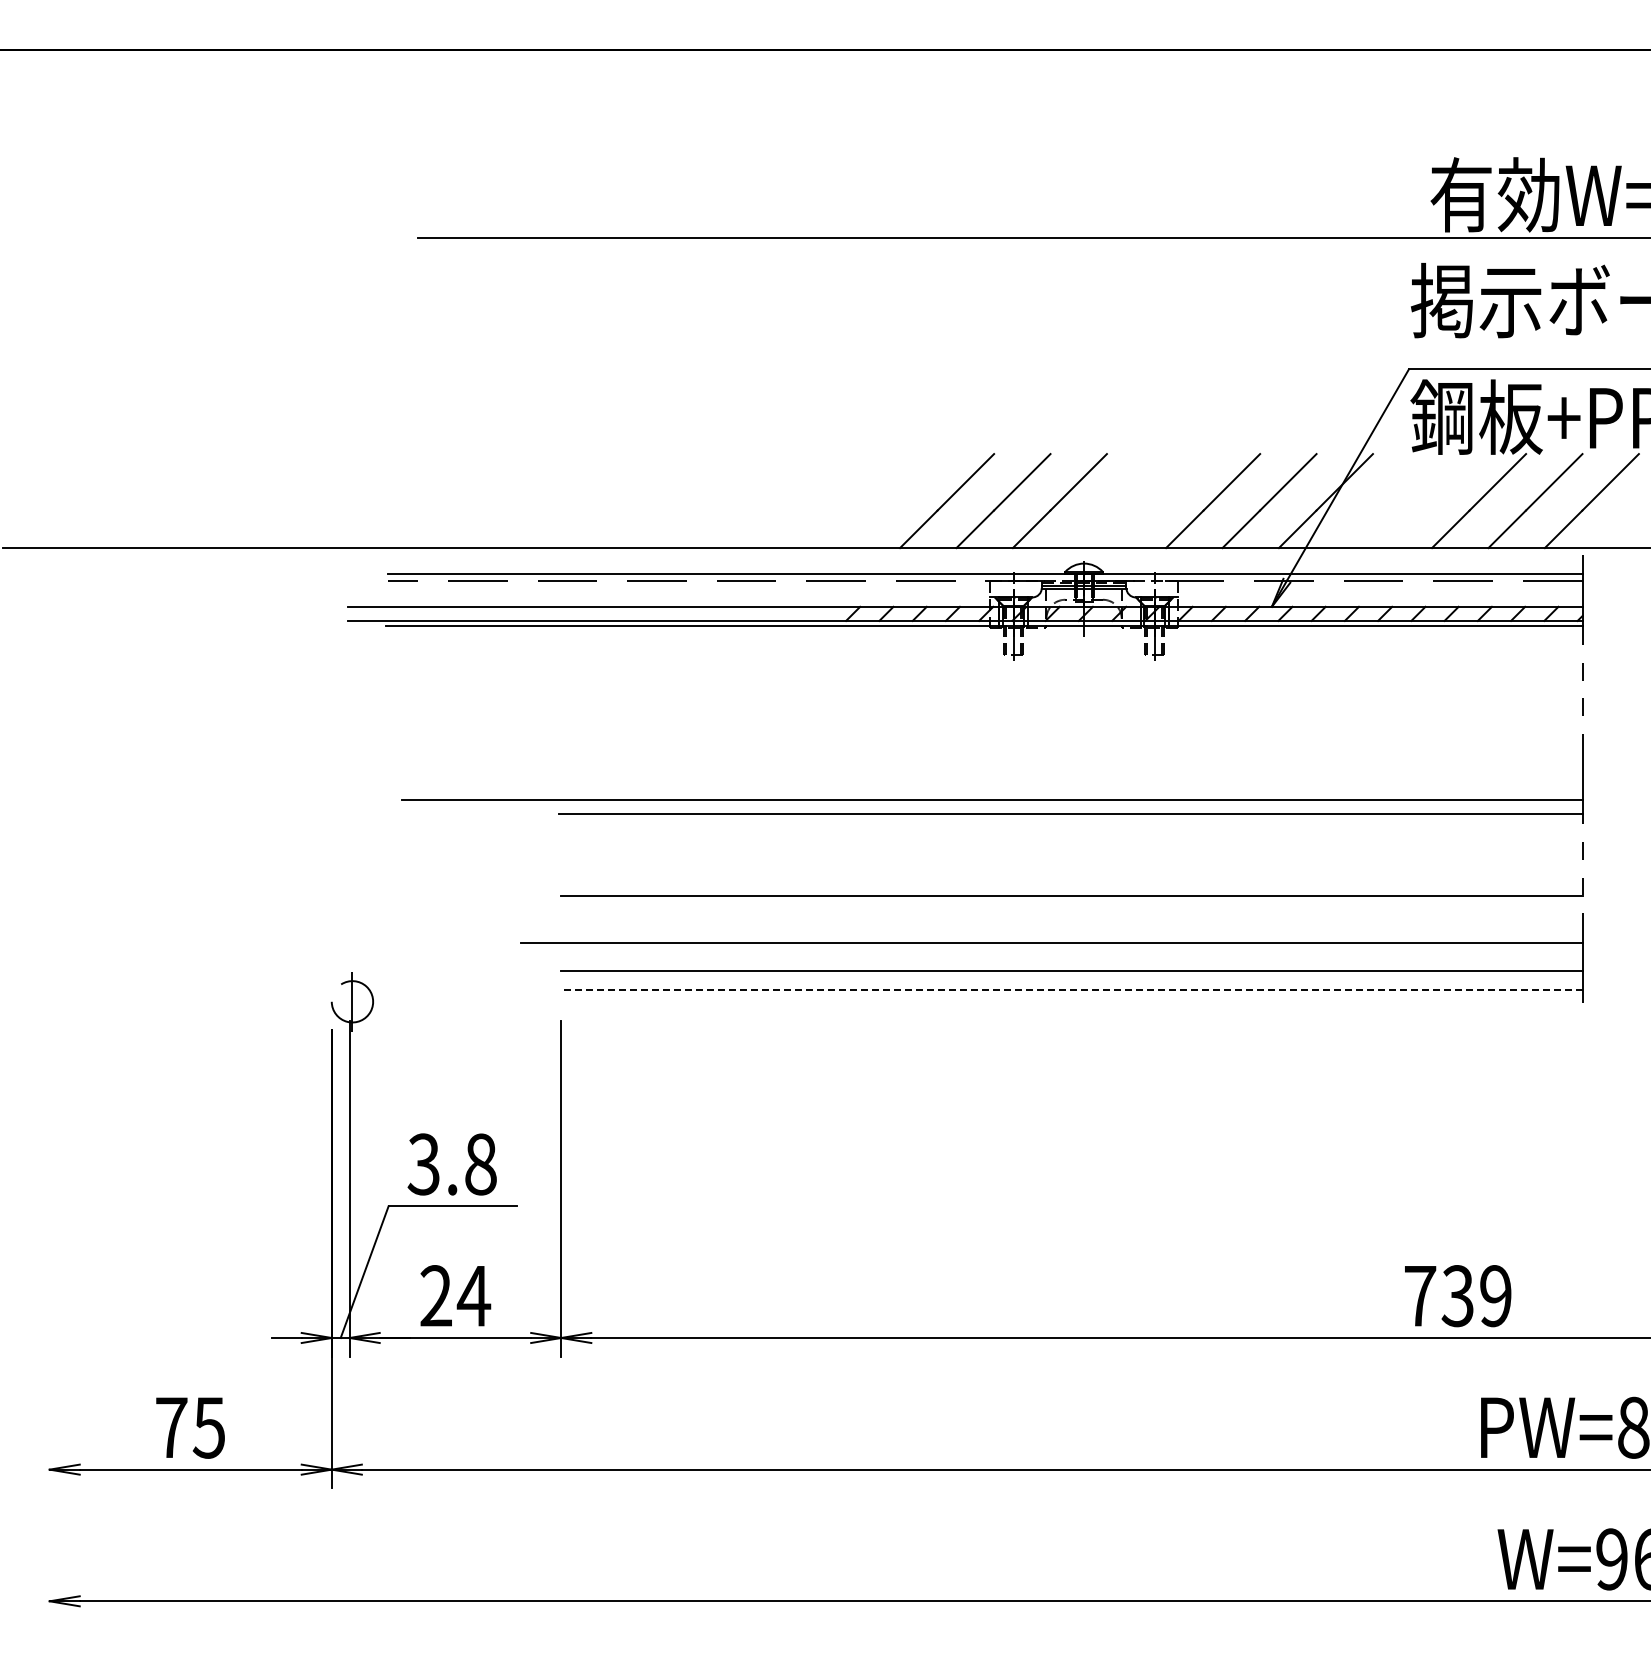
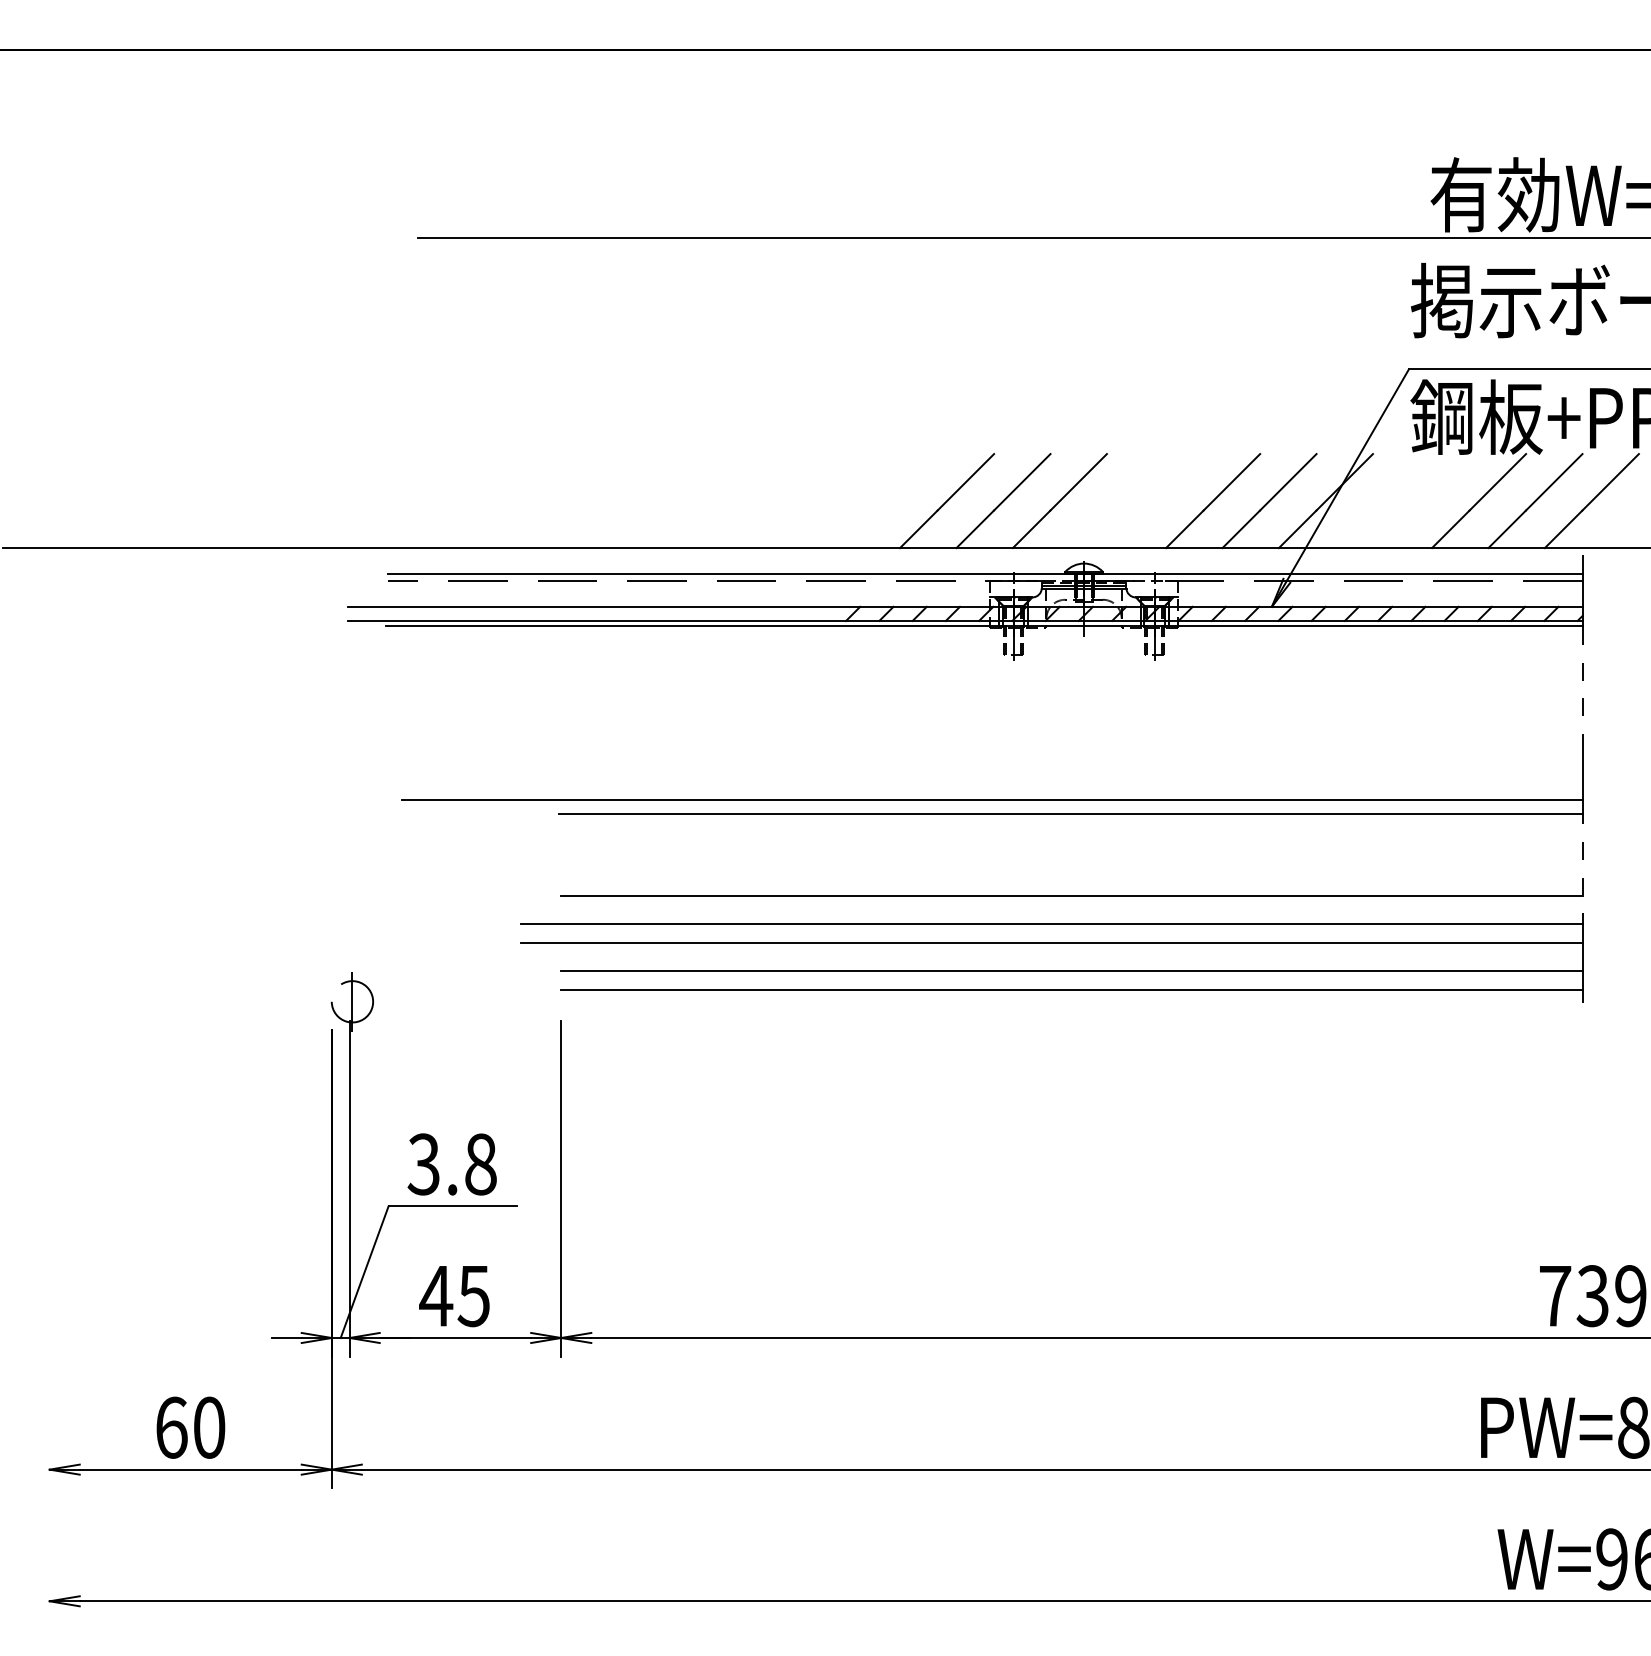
line at (1051, 924): none -> present
line at (1071, 990): dashed -> solid
text at (455, 1296): 24 -> 45
text at (1458, 1296) position: (1458, 1296) -> (1593, 1296)
text at (190, 1427): 75 -> 60
